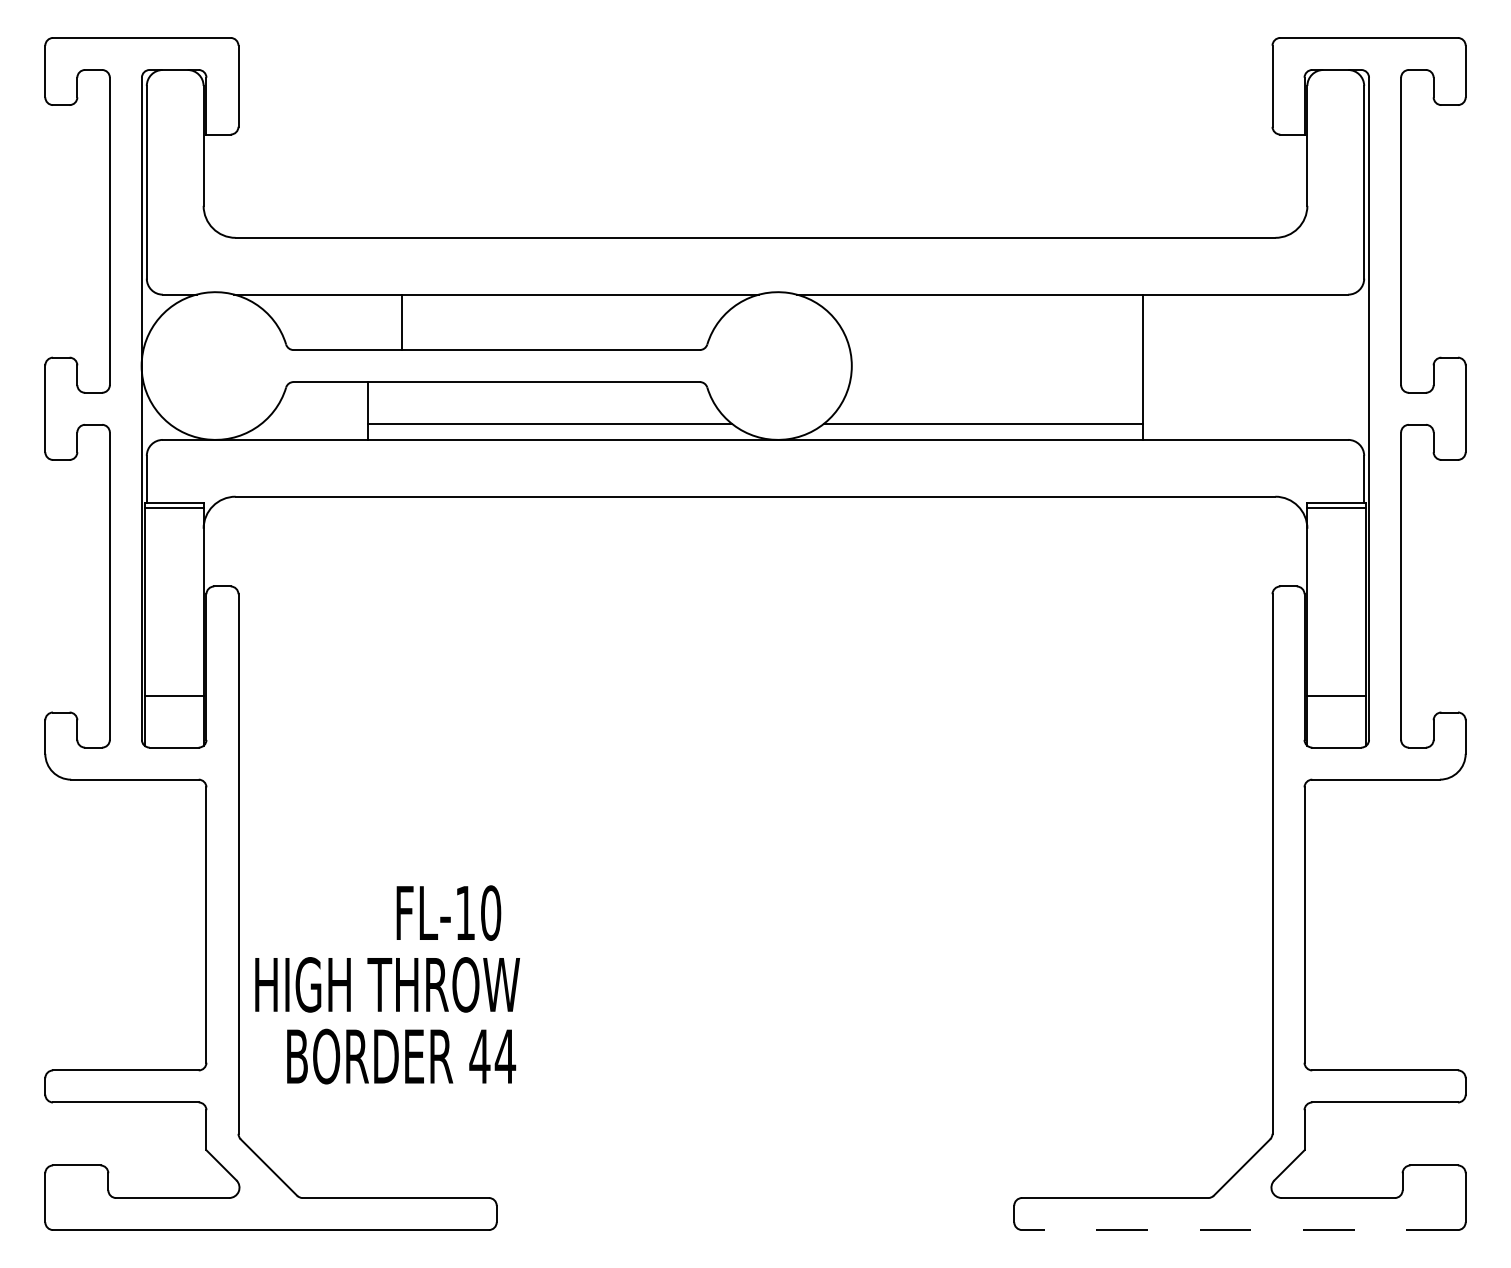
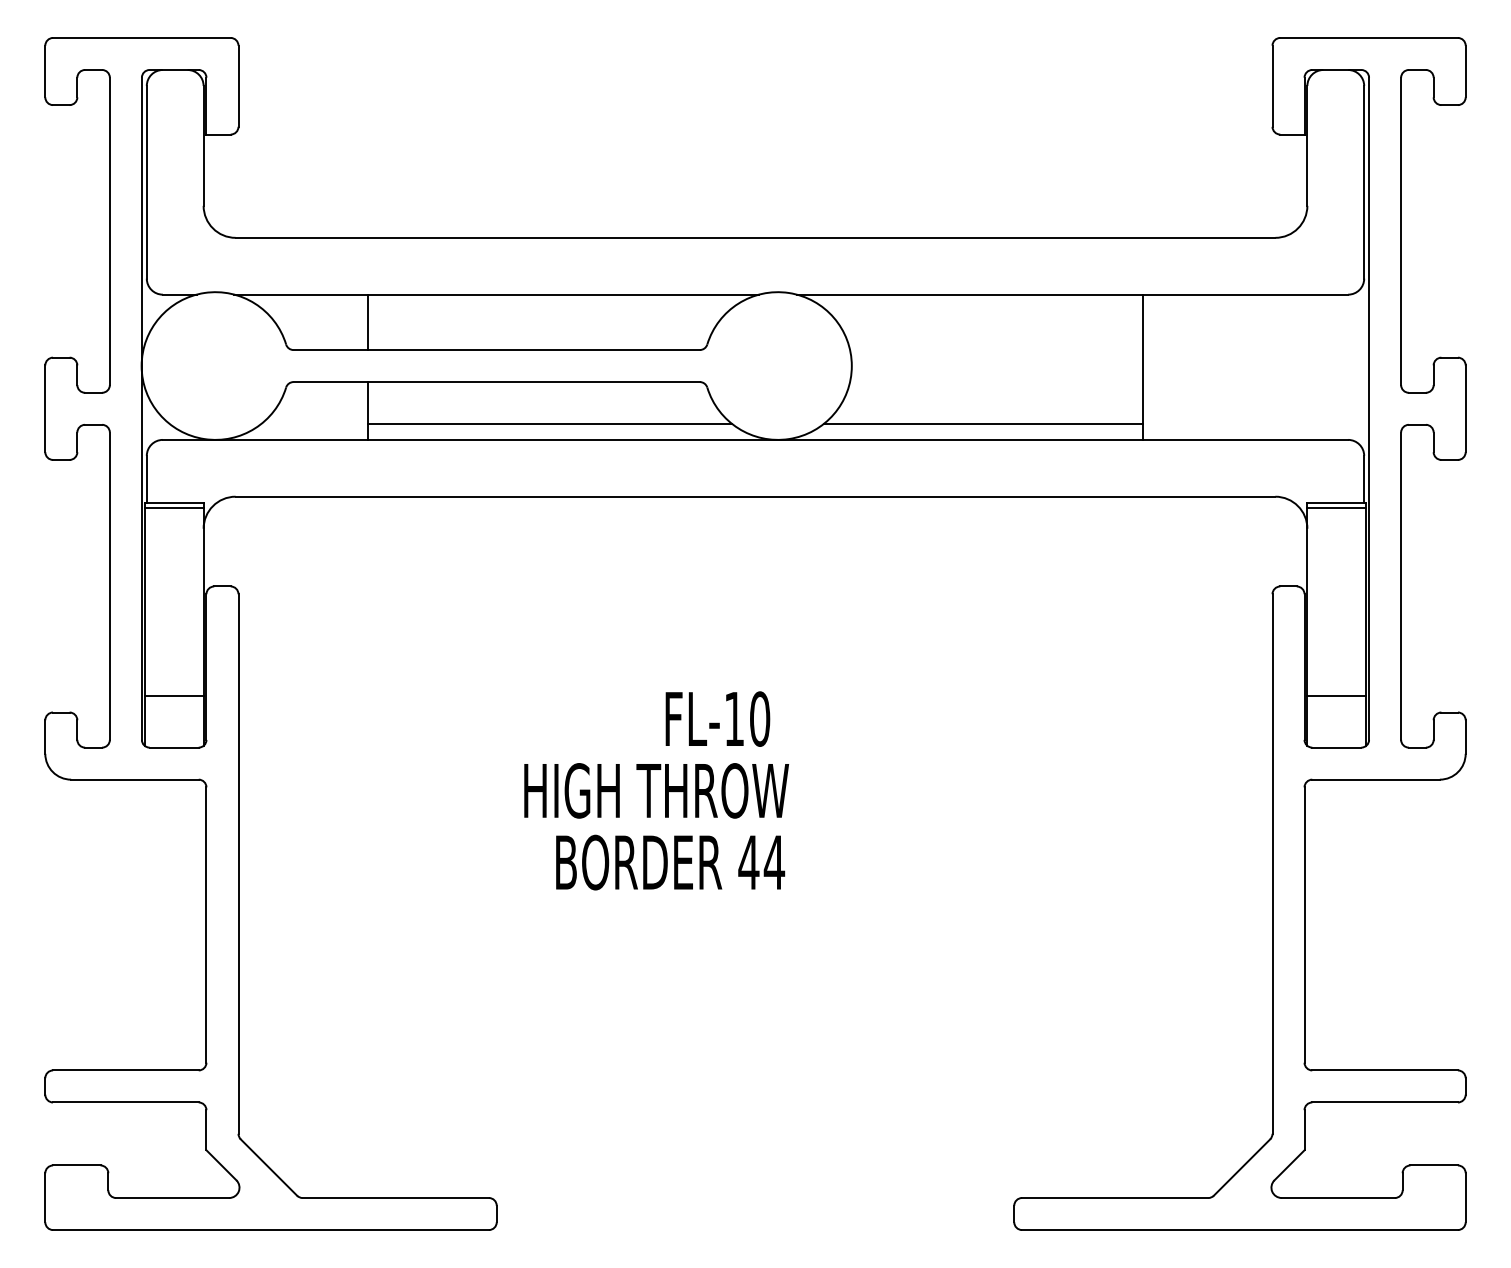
line at (402, 322) position: (402, 322) -> (368, 322)
text at (387, 984) position: (387, 984) -> (656, 790)
line at (1239, 1230): dashed -> solid
